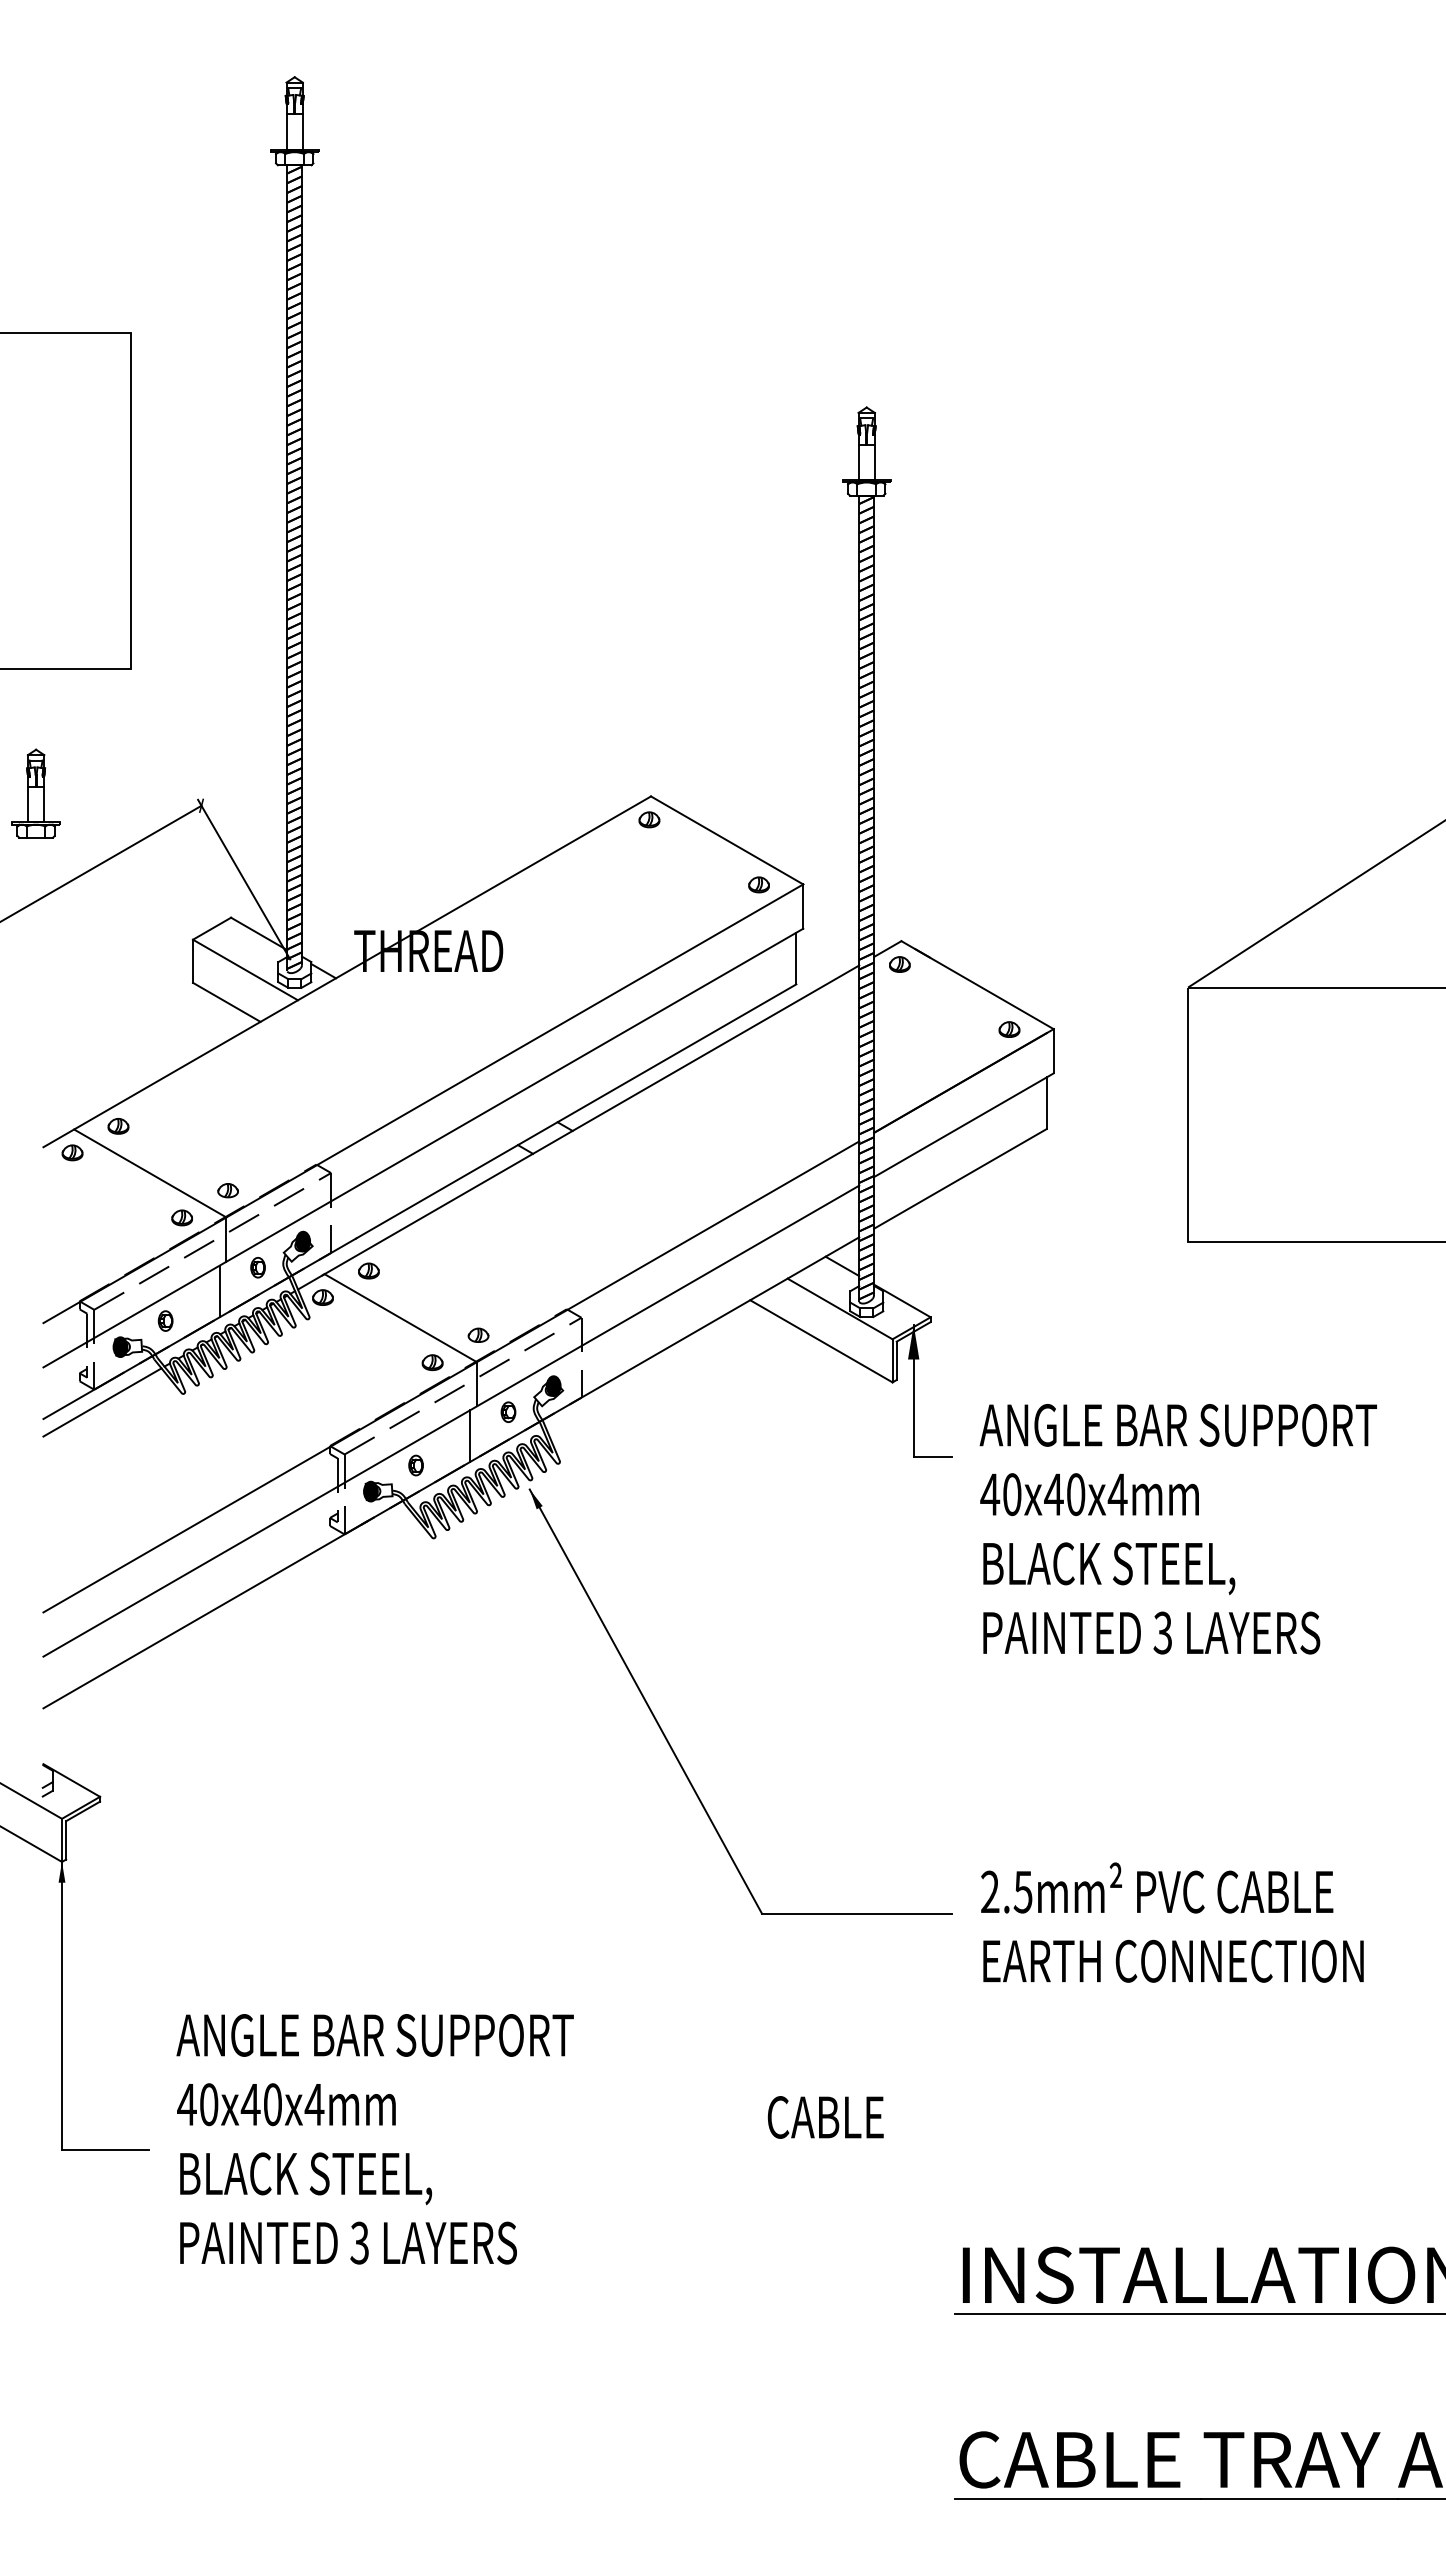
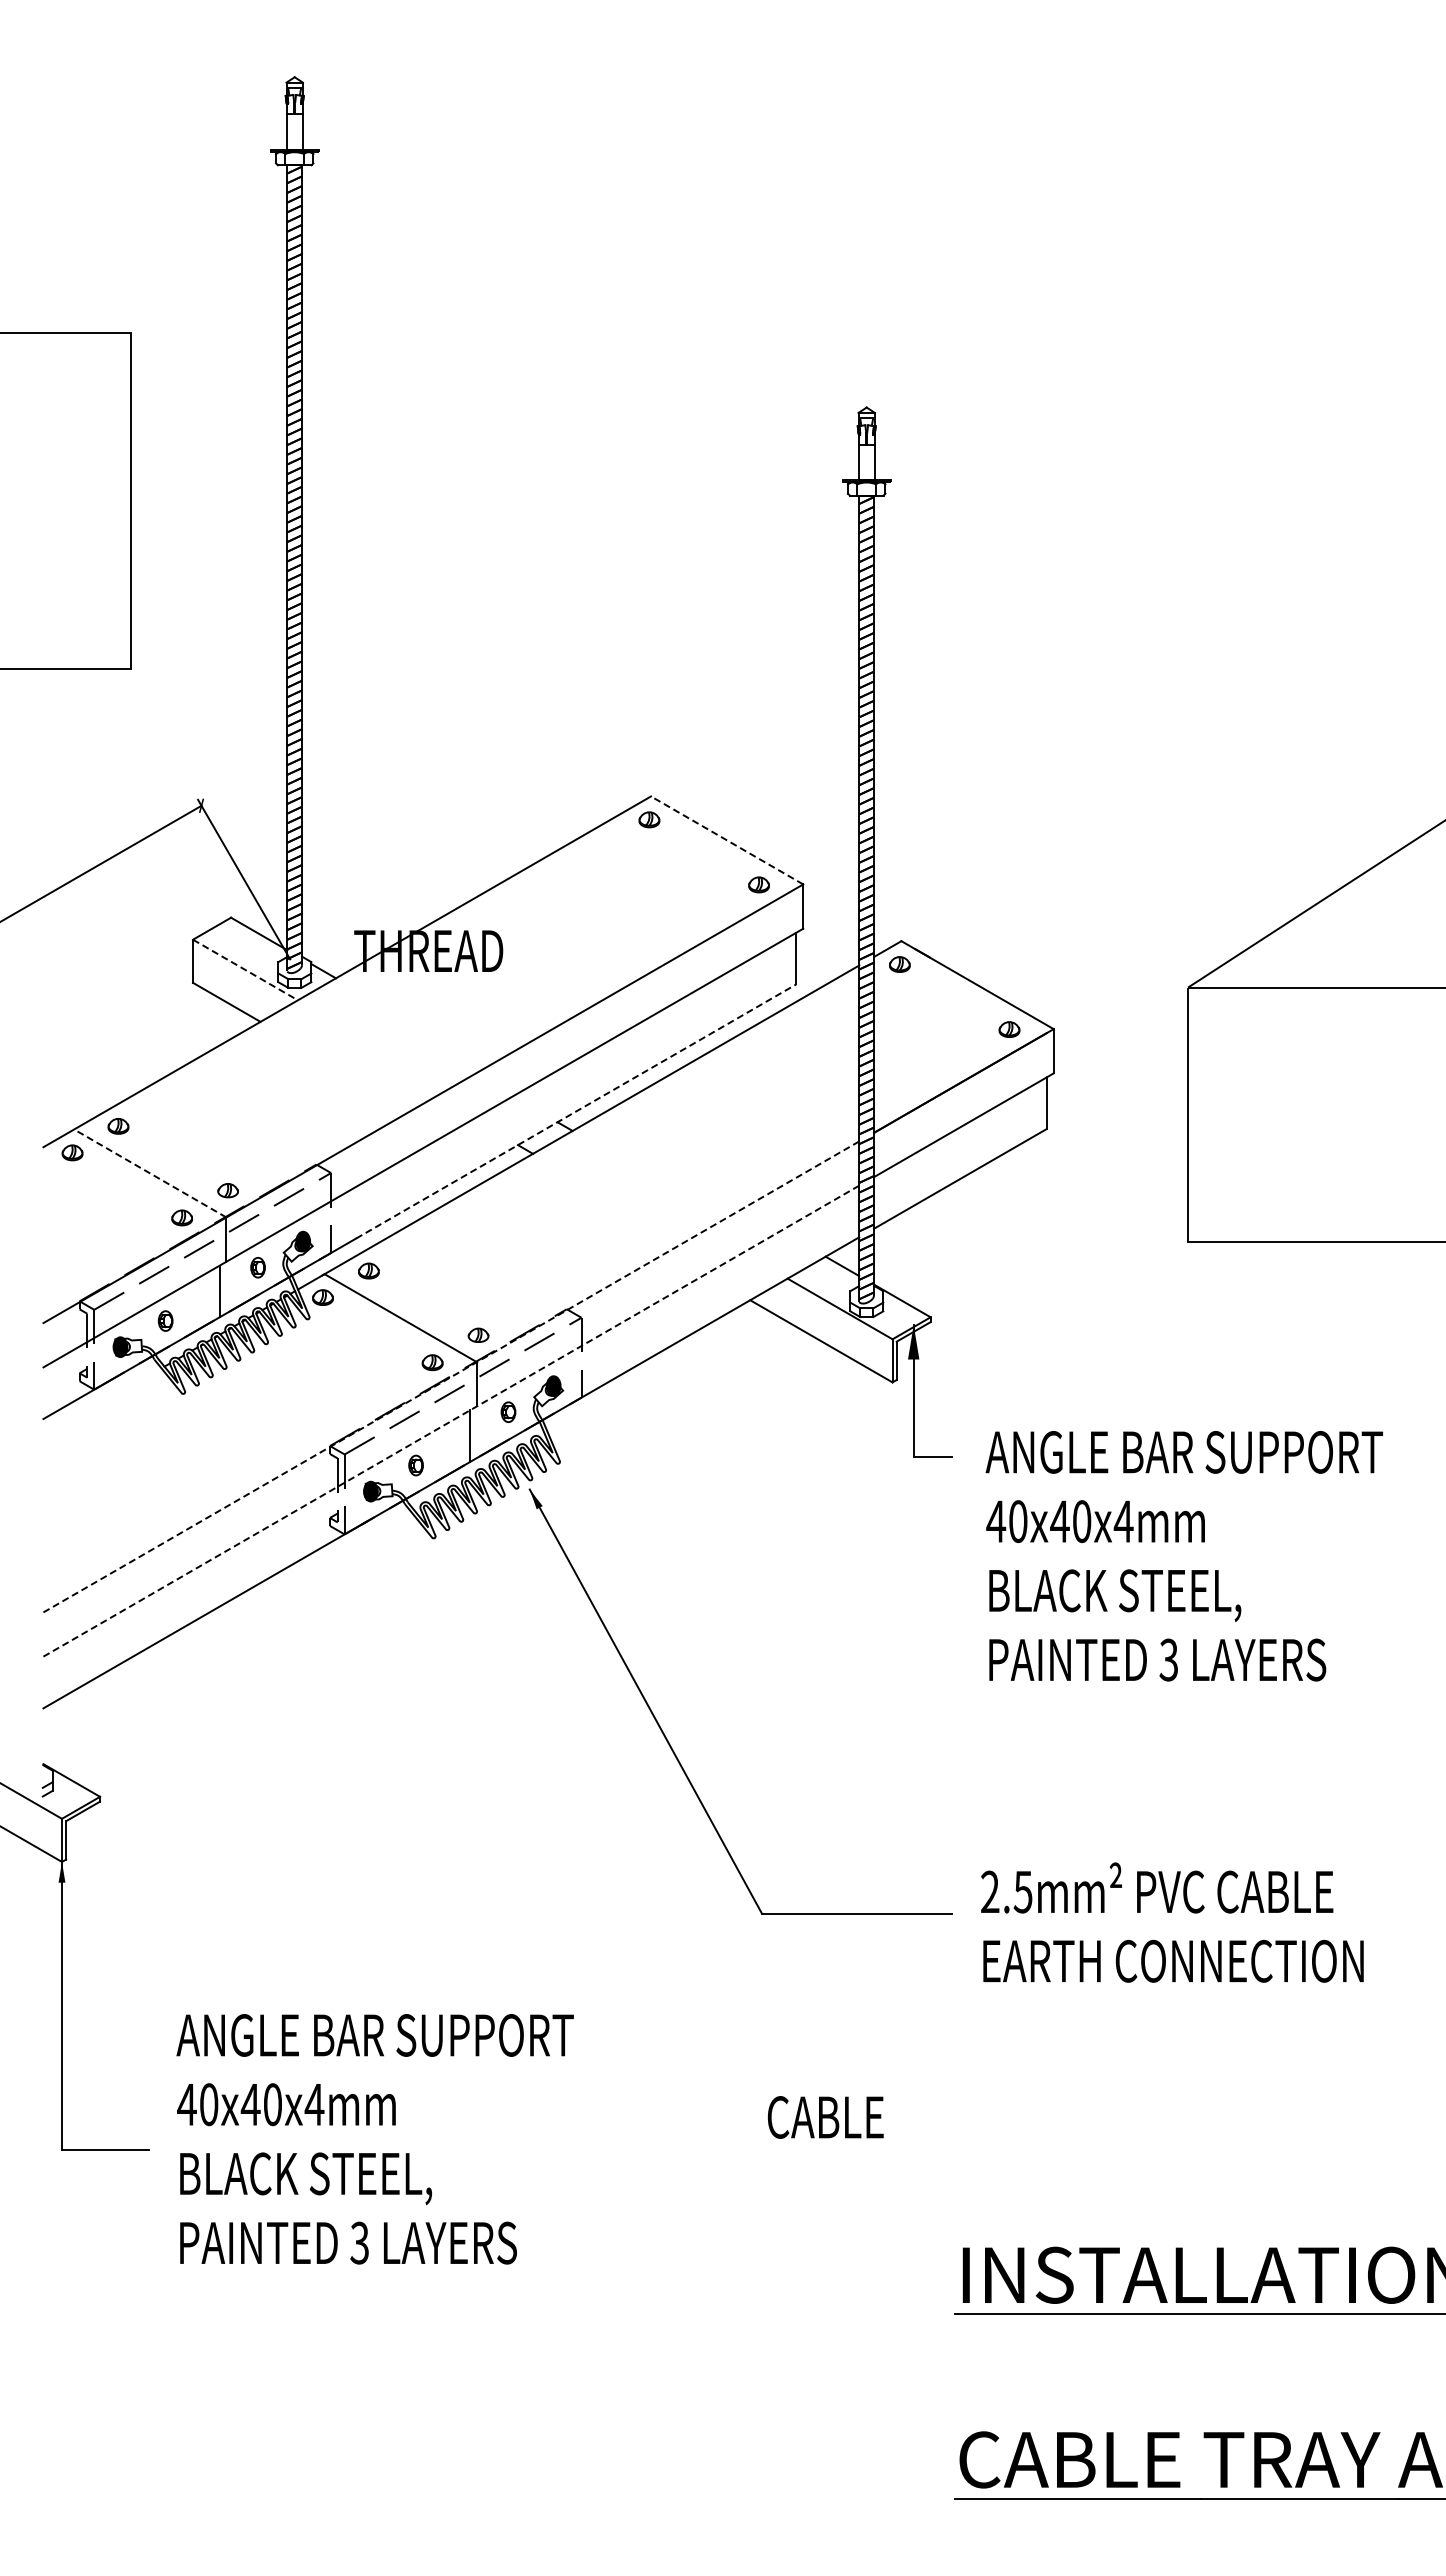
part at (35, 793): present -> none
line at (727, 840): solid -> dashed
line at (245, 970): solid -> dashed
line at (576, 1111): solid -> dashed
line at (150, 1173): solid -> dashed
line at (451, 1376): solid -> dashed
line at (102, 1402): present -> none
line at (451, 1420): solid -> dashed
text at (1177, 1529) position: (1177, 1529) -> (1183, 1556)
